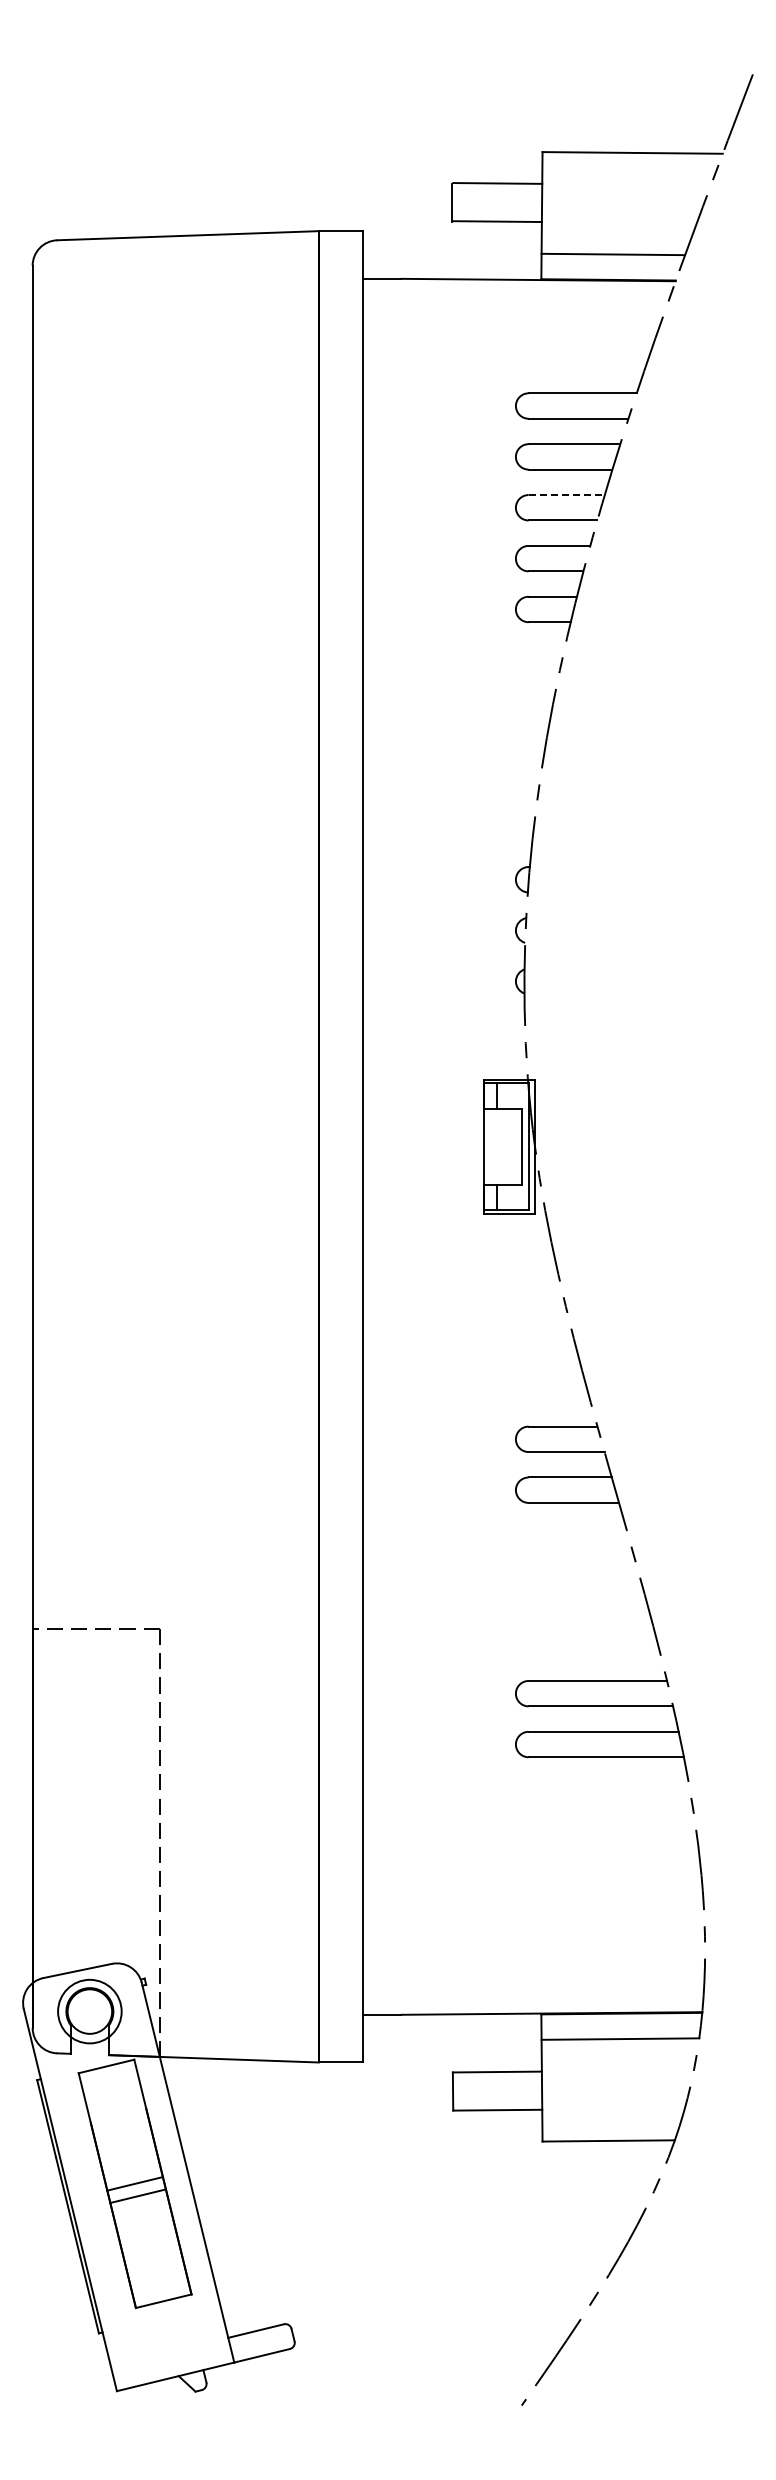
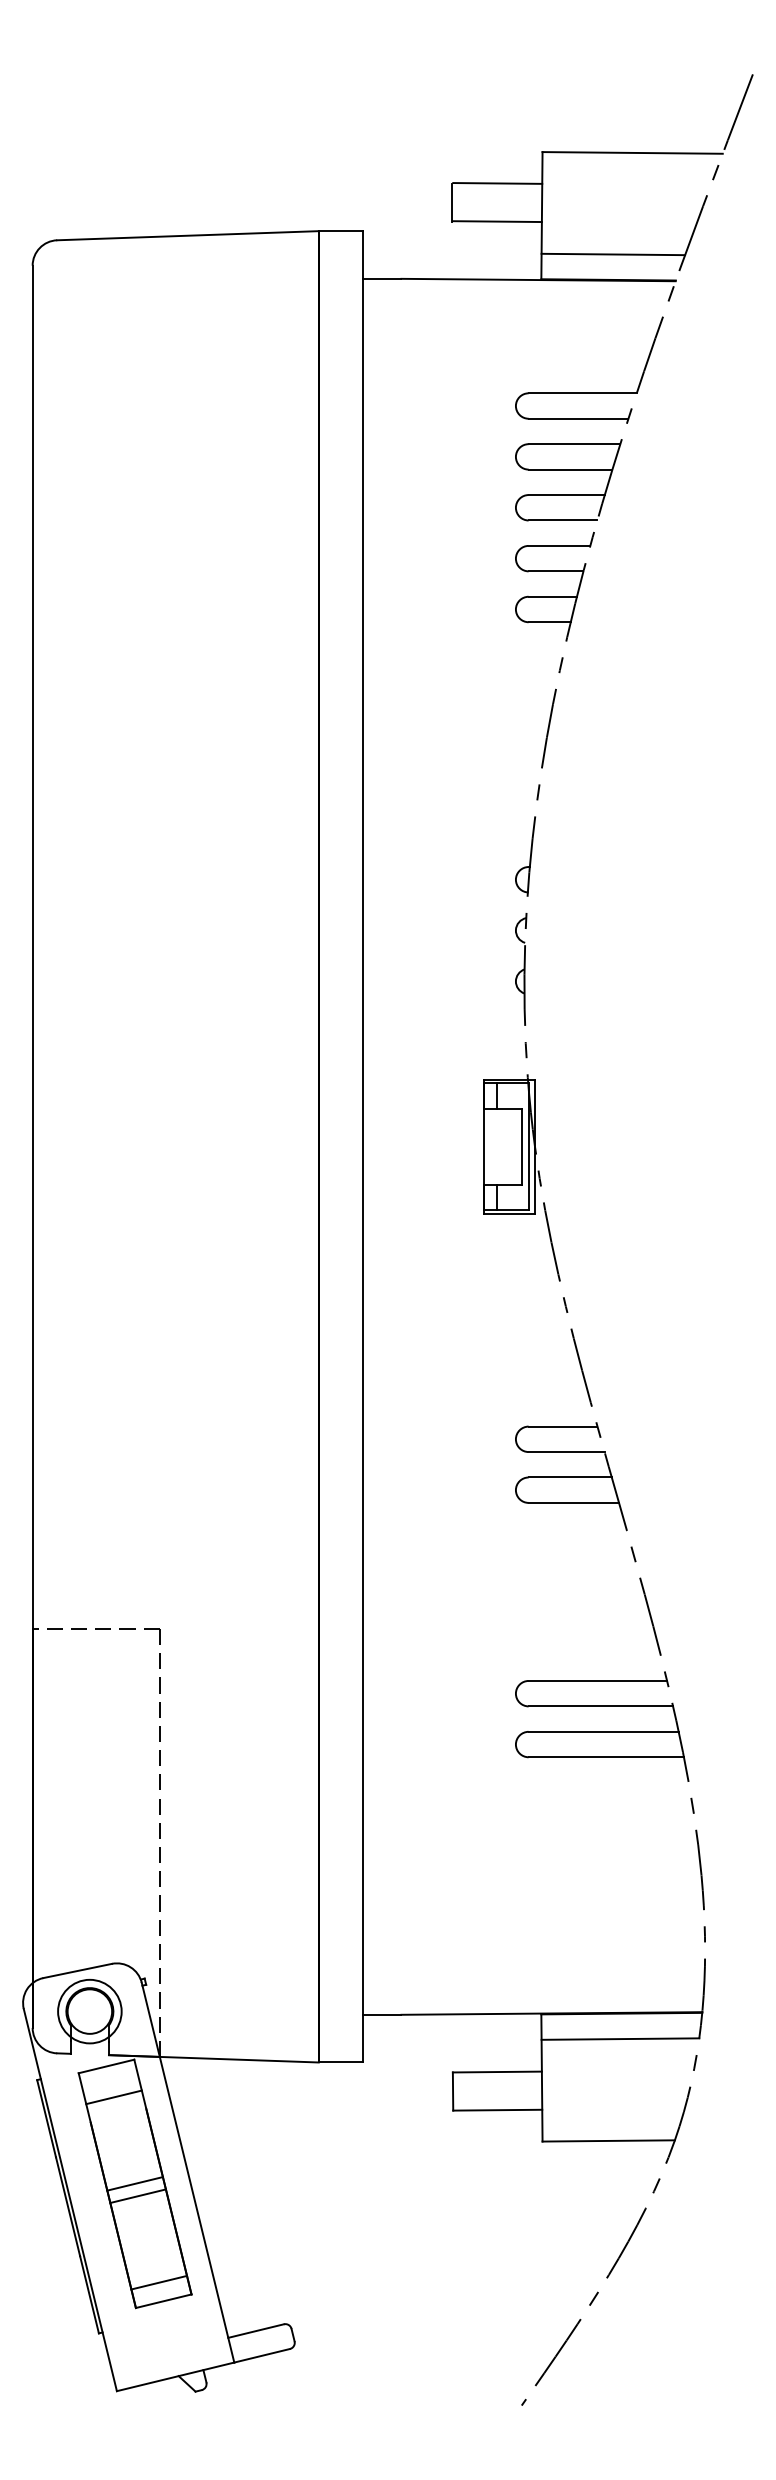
line at (567, 495): dashed -> solid
line at (113, 2097): none -> present
line at (159, 2282): none -> present
